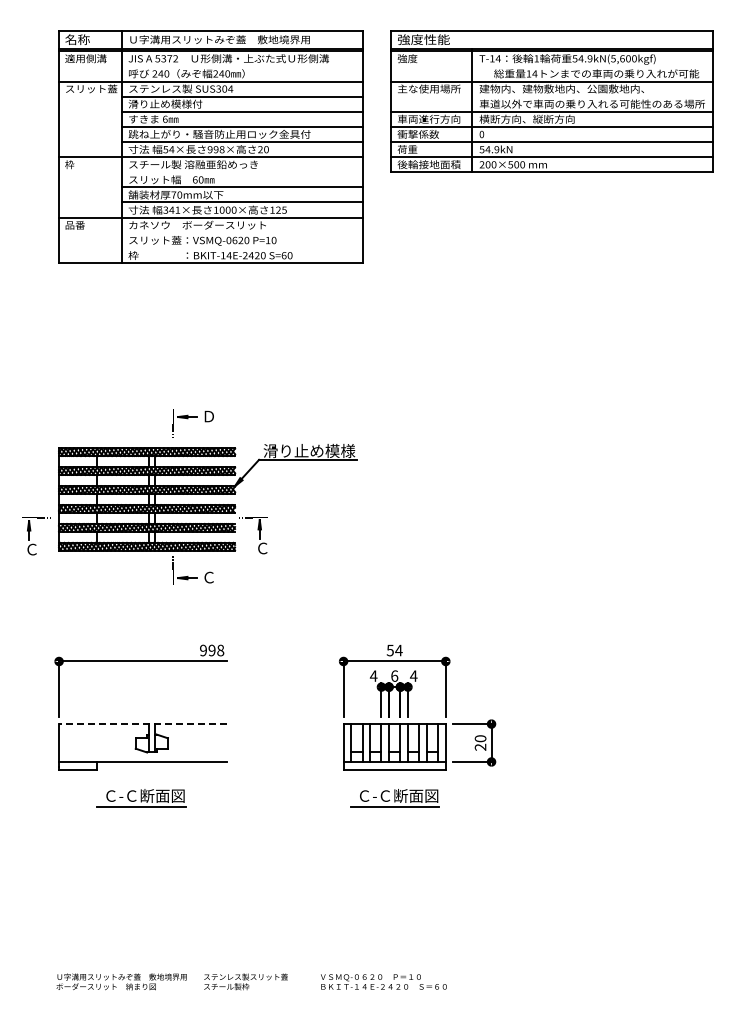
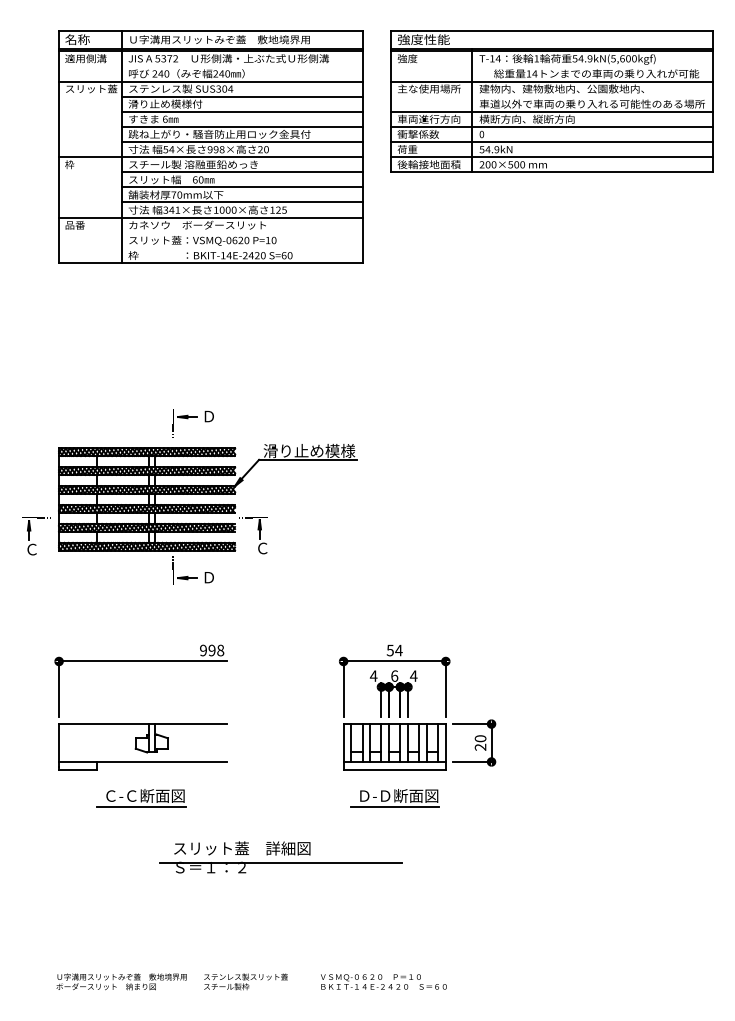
line at (242, 172): none -> present
text at (208, 577): Ｃ -> Ｄ
line at (142, 724): dashed -> solid
text at (375, 795): Ｃ-Ｃ断面図 -> Ｄ-Ｄ断面図
part at (280, 857): none -> present
